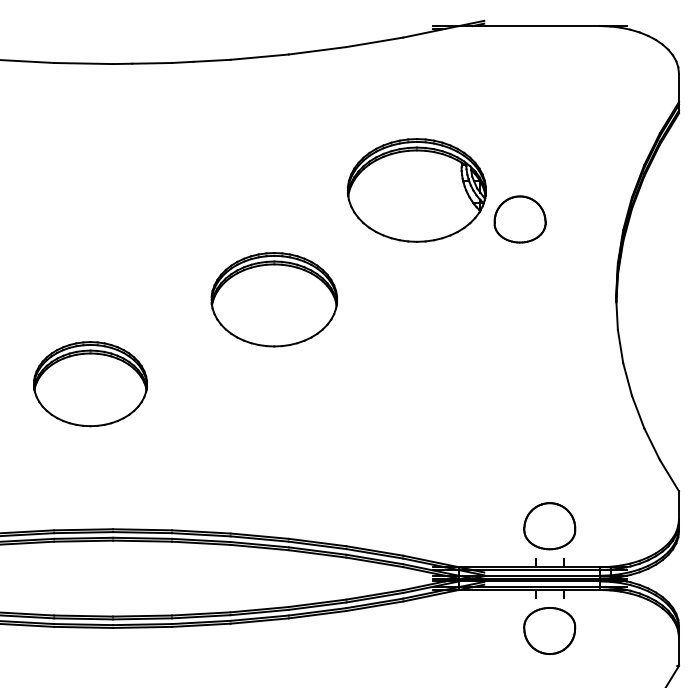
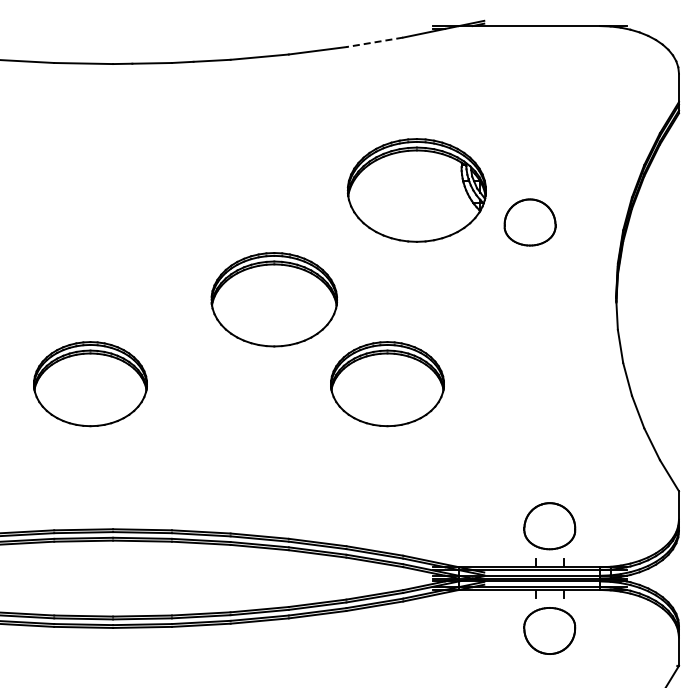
line at (374, 42): solid -> dashed
part at (519, 219) position: (519, 219) -> (529, 222)
part at (387, 384): none -> present
